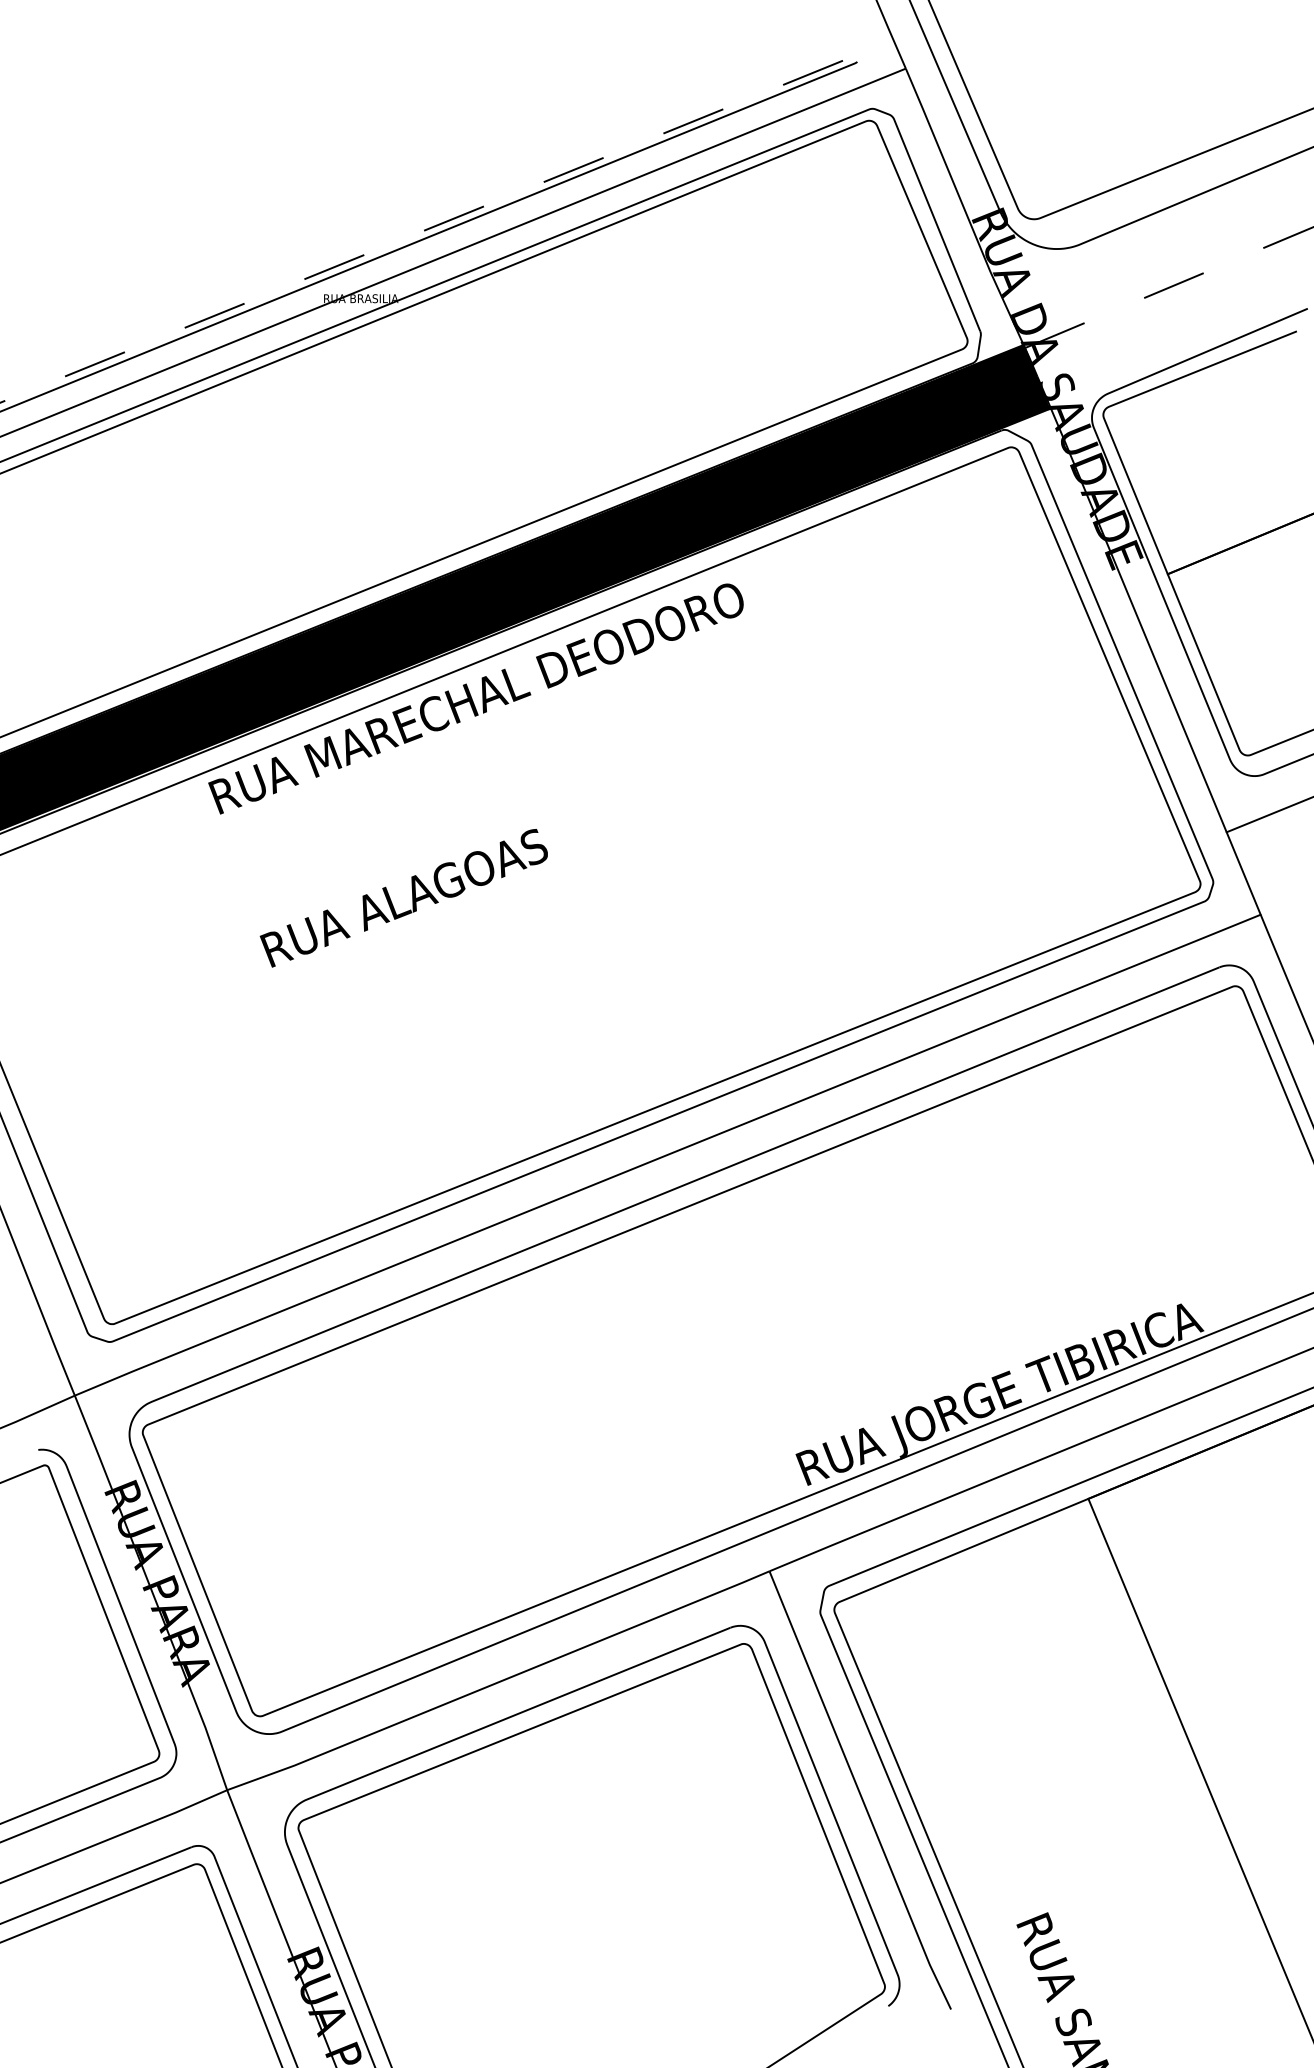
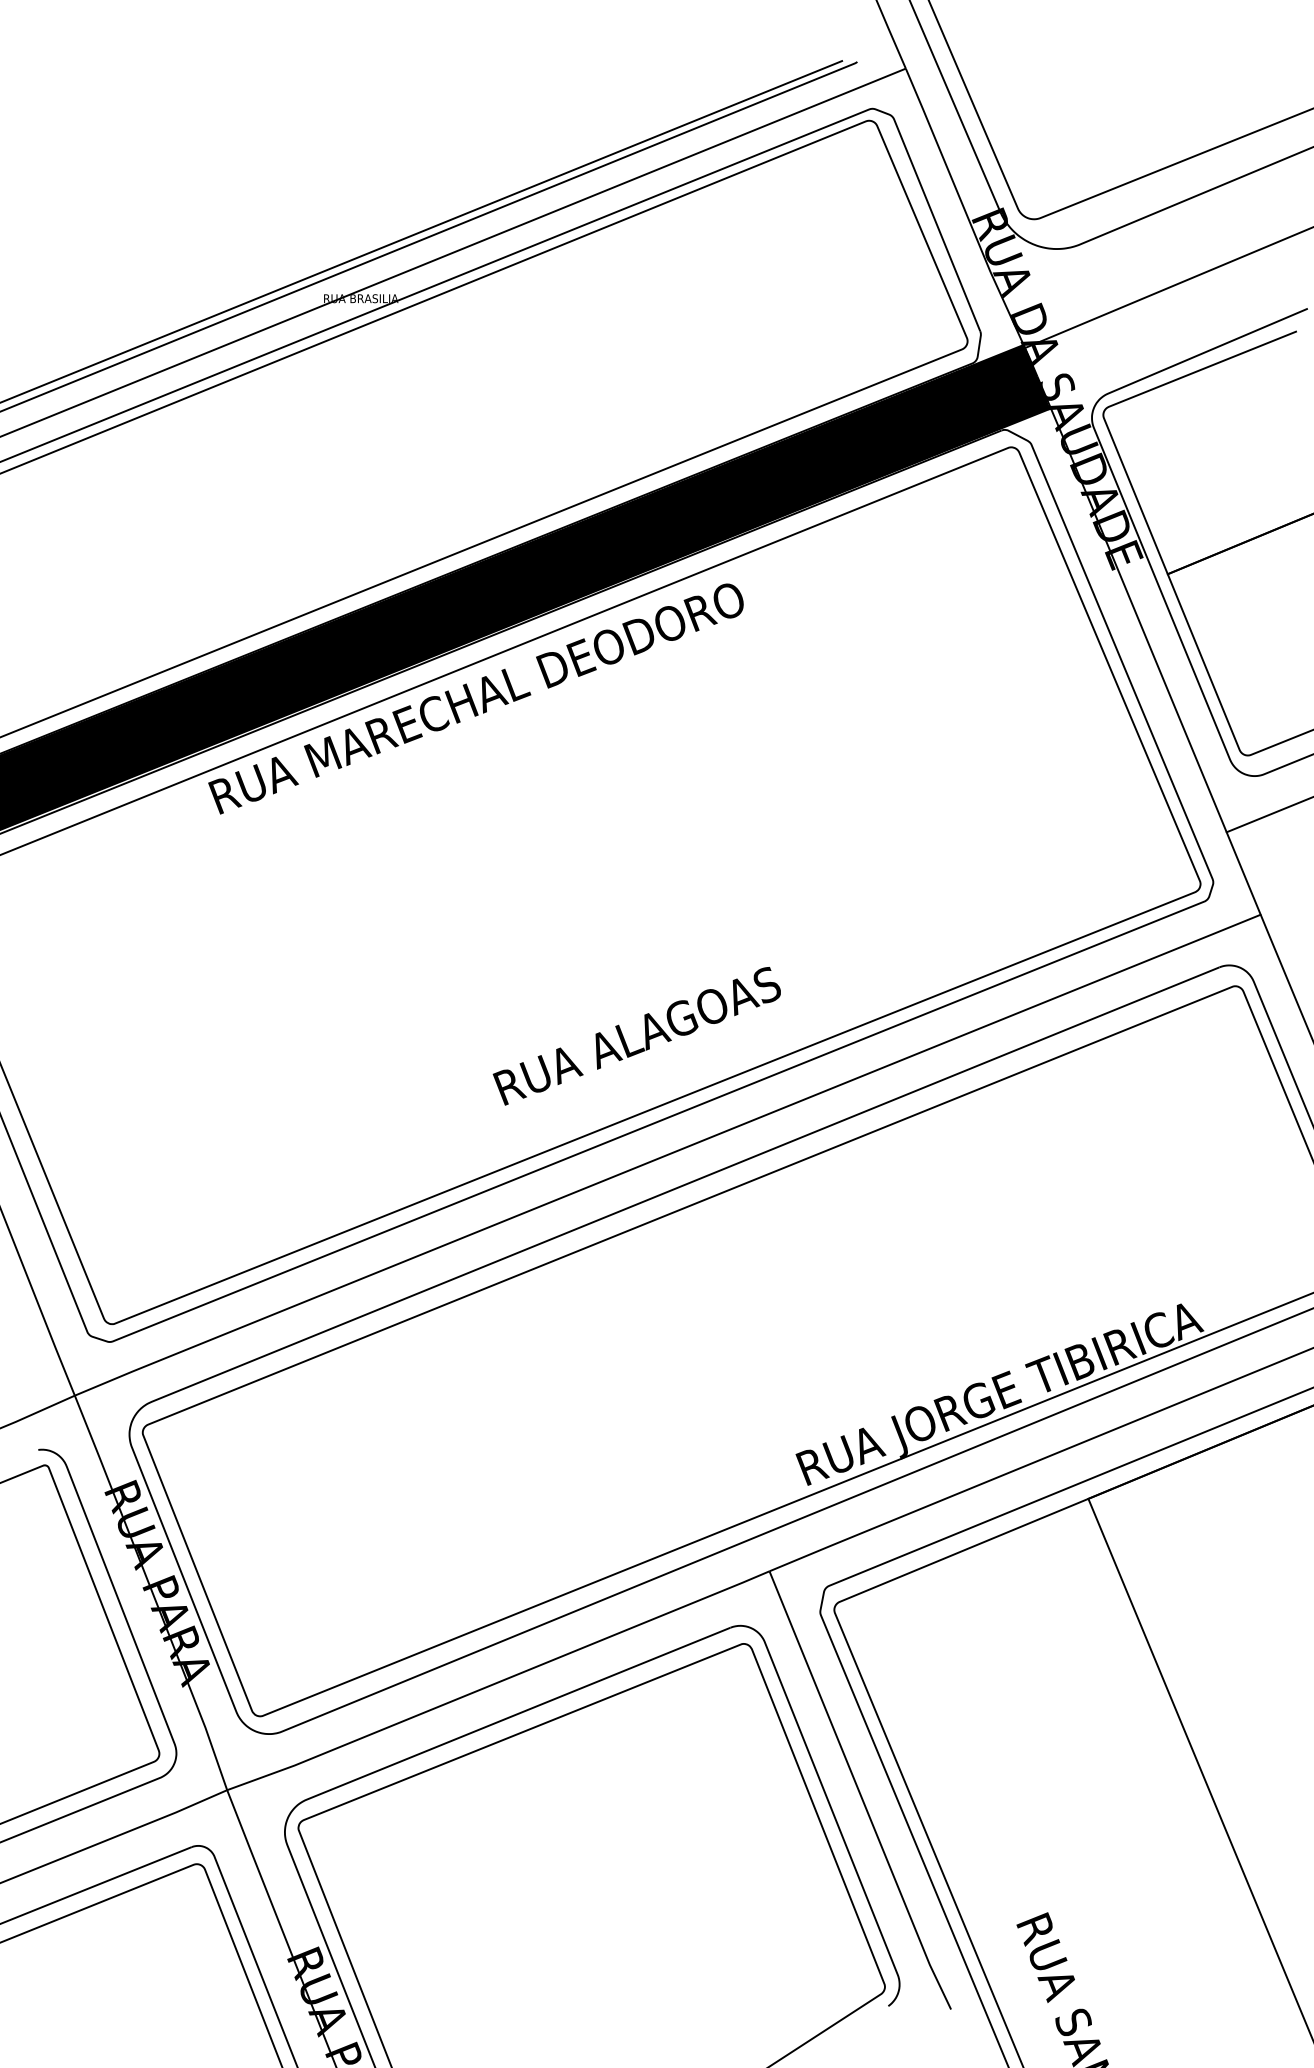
line at (421, 231): dashed -> solid
line at (1168, 287): dashed -> solid
text at (403, 898) position: (403, 898) -> (636, 1036)
